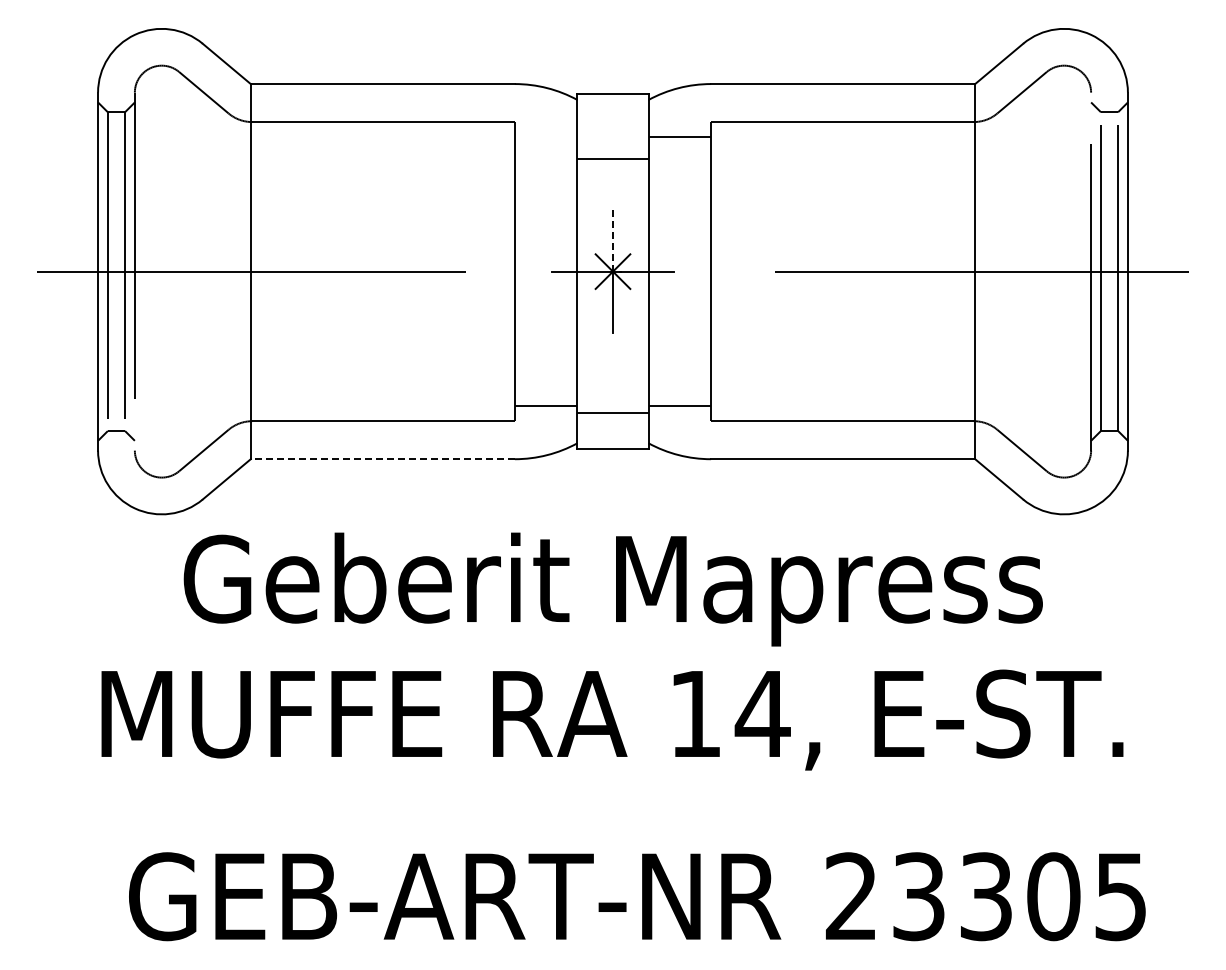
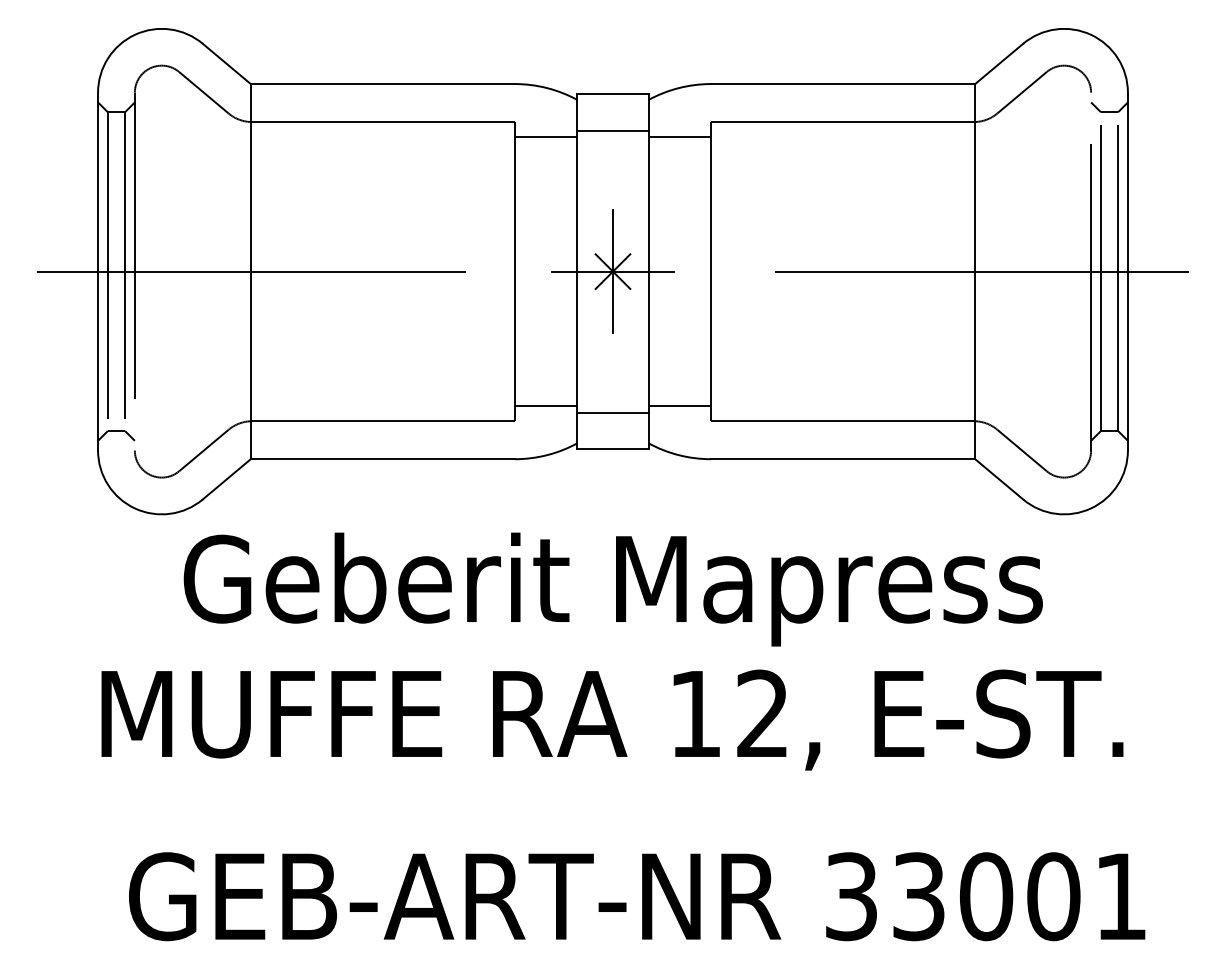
line at (545, 136): none -> present
line at (612, 158) position: (612, 158) -> (612, 130)
line at (613, 240): dashed -> solid
line at (382, 459): dashed -> solid
text at (762, 712): 14, -> 12,
text at (985, 896): 23305 -> 33001
